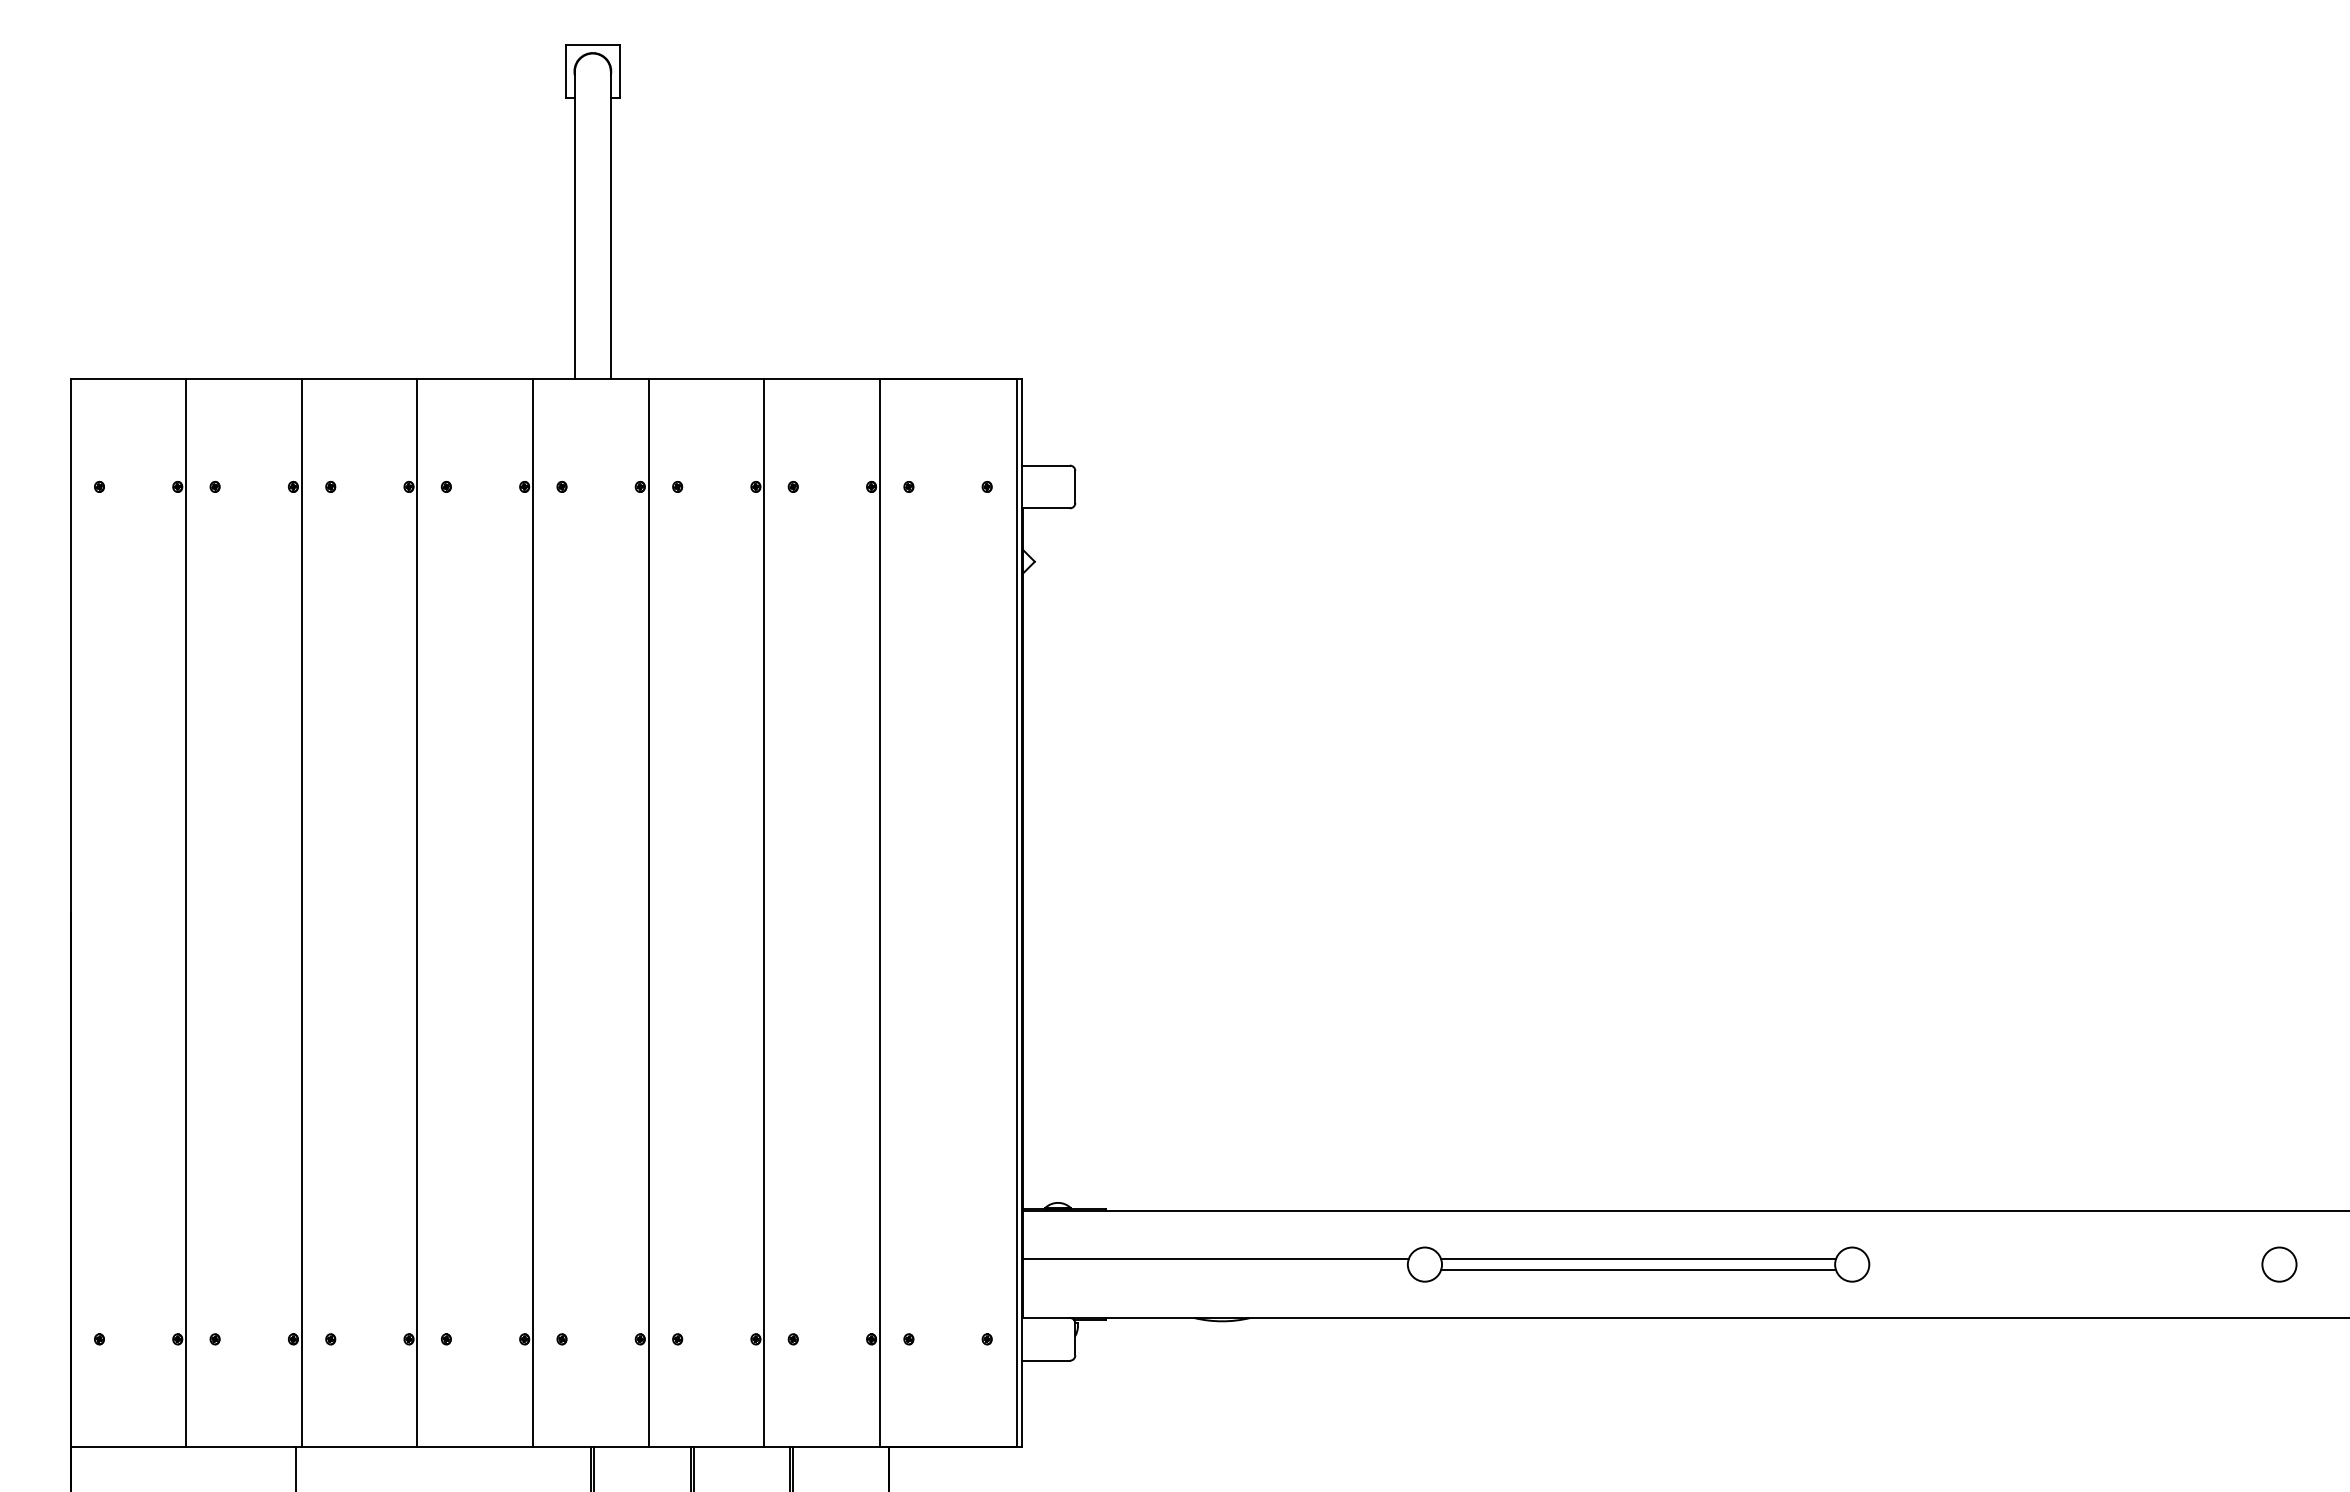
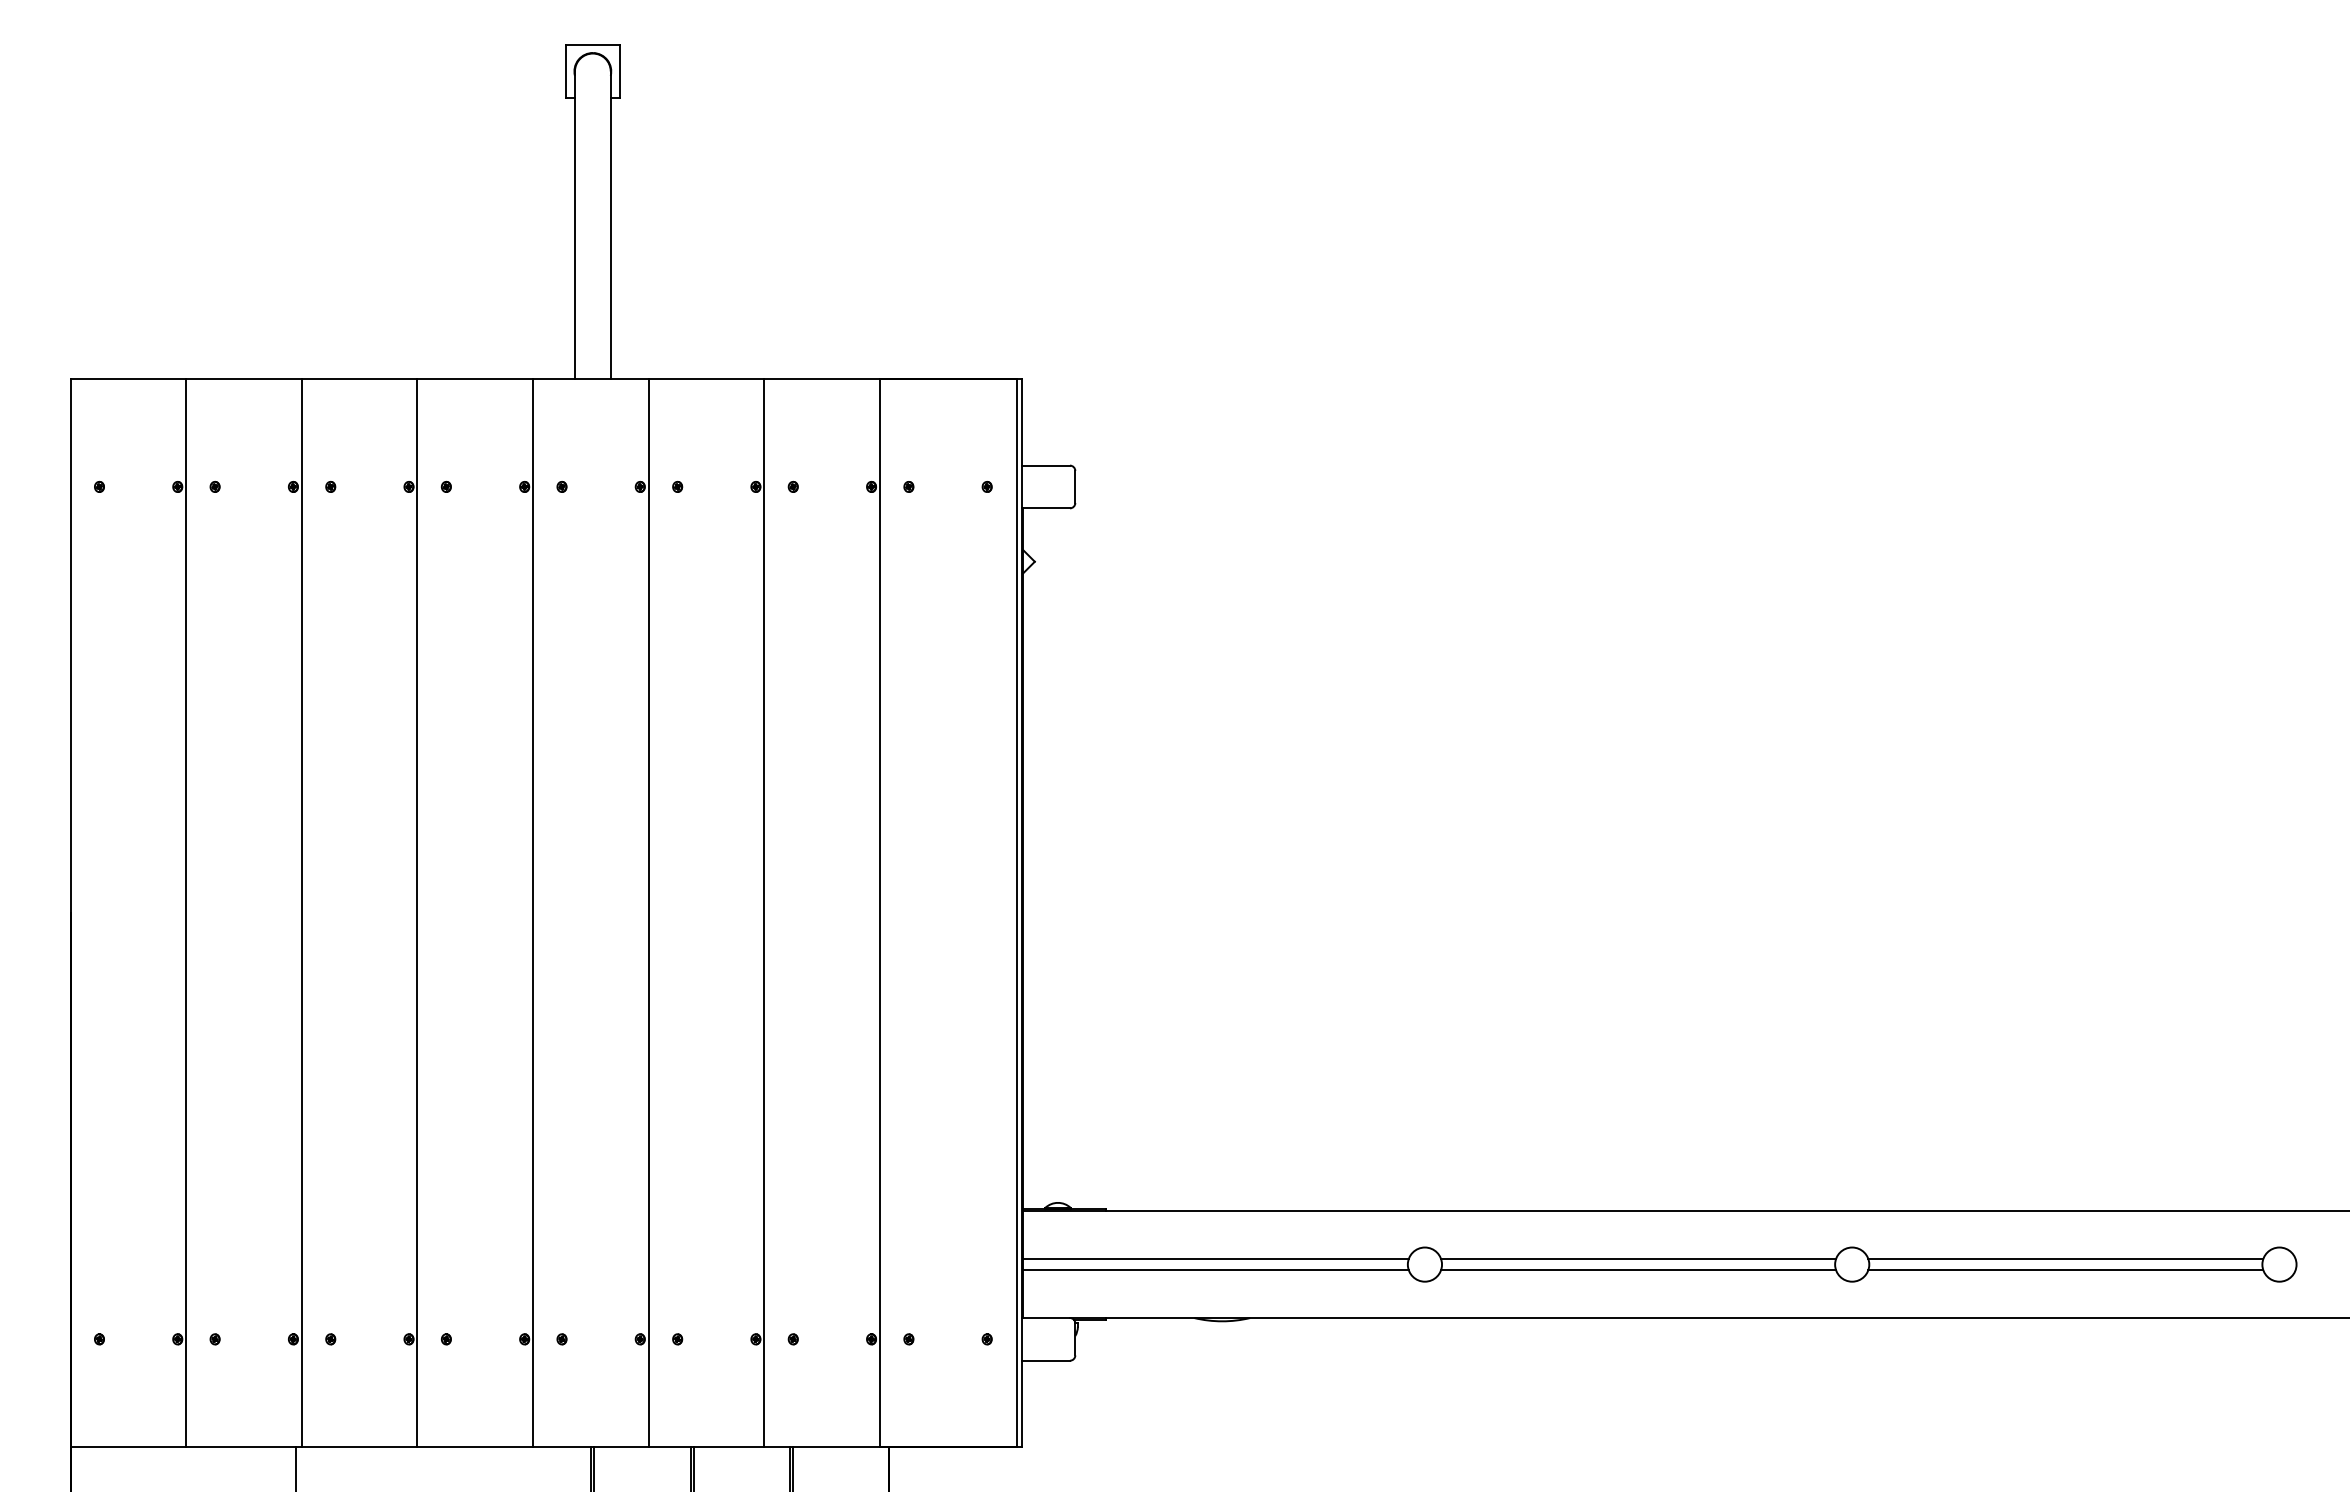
line at (2065, 1259): none -> present
line at (1215, 1269): none -> present
line at (2065, 1269): none -> present
